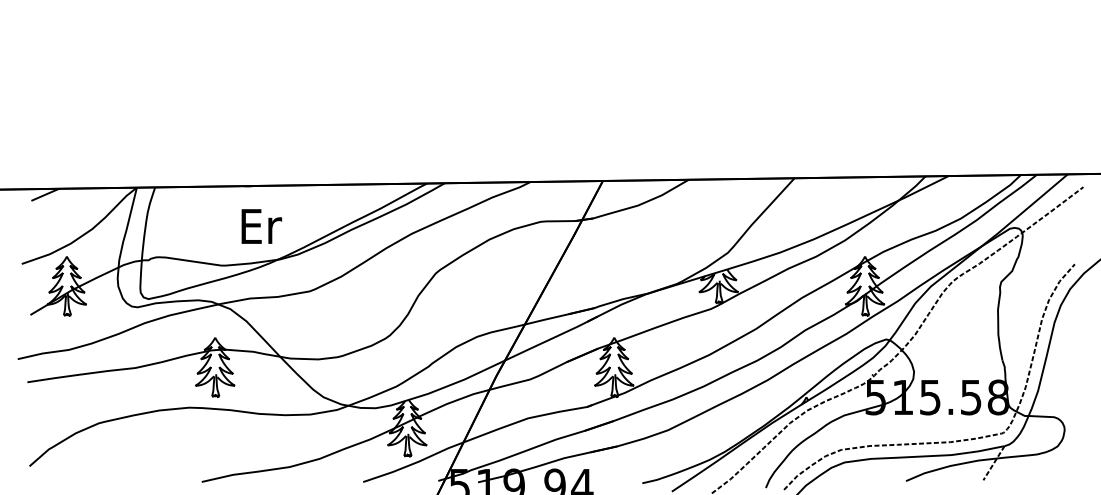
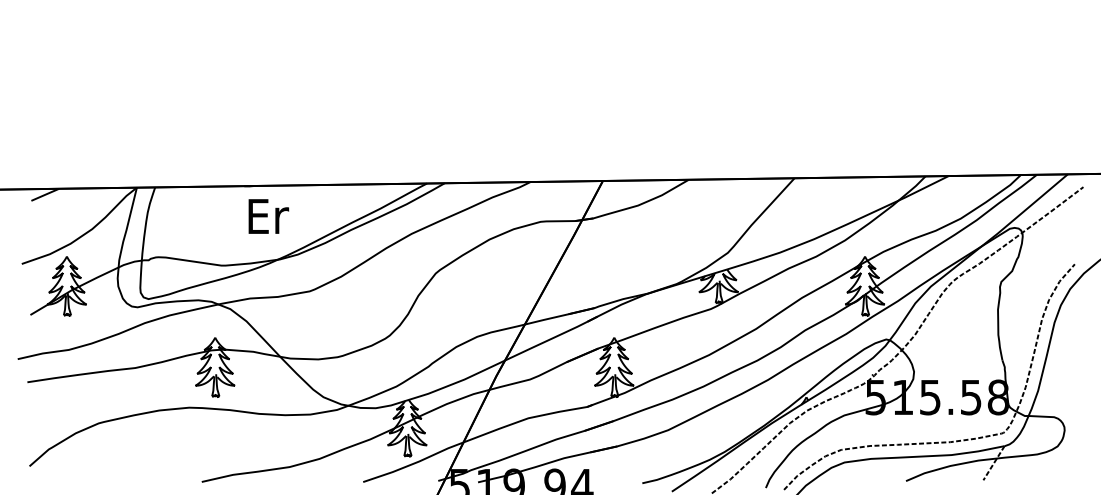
text at (261, 226) position: (261, 226) -> (268, 216)
